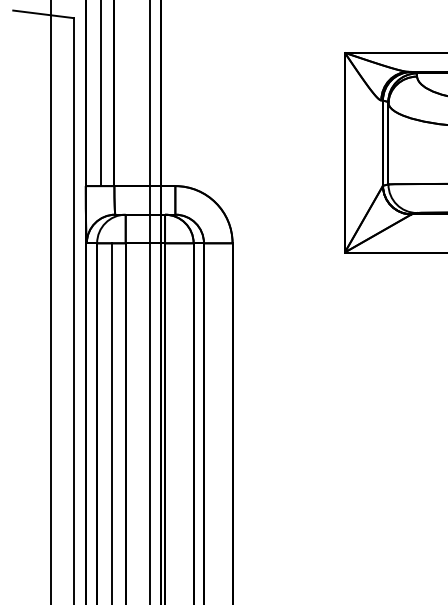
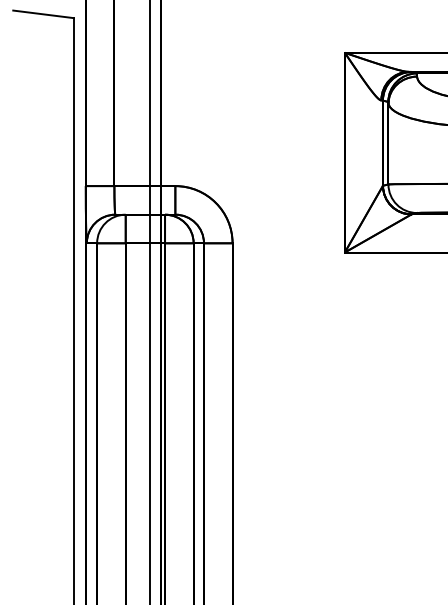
line at (101, 94): present -> none
line at (50, 301): present -> none
line at (112, 422): present -> none
